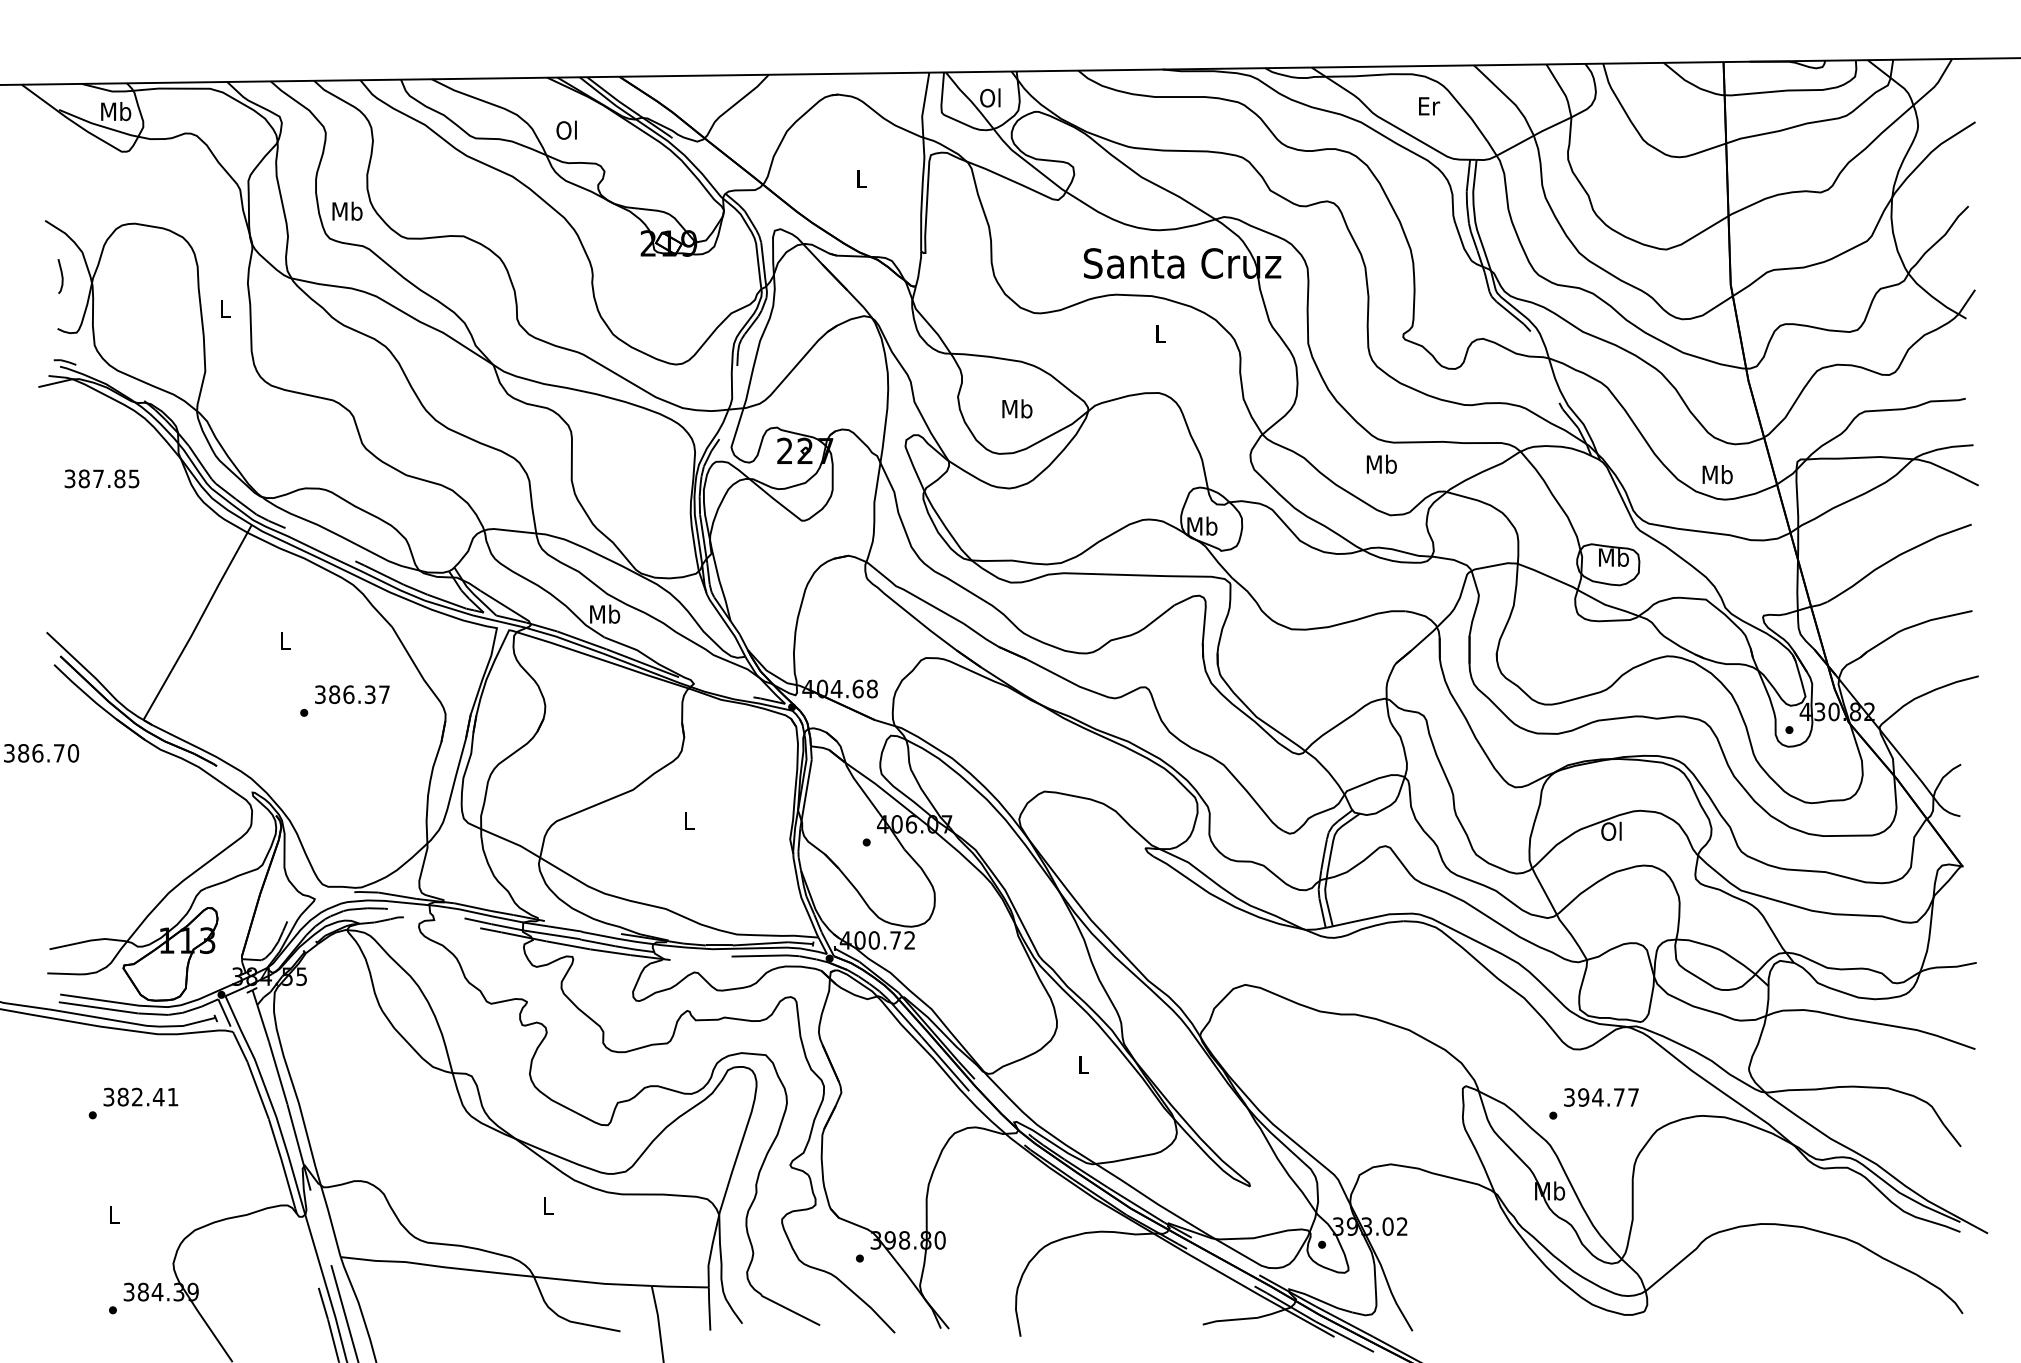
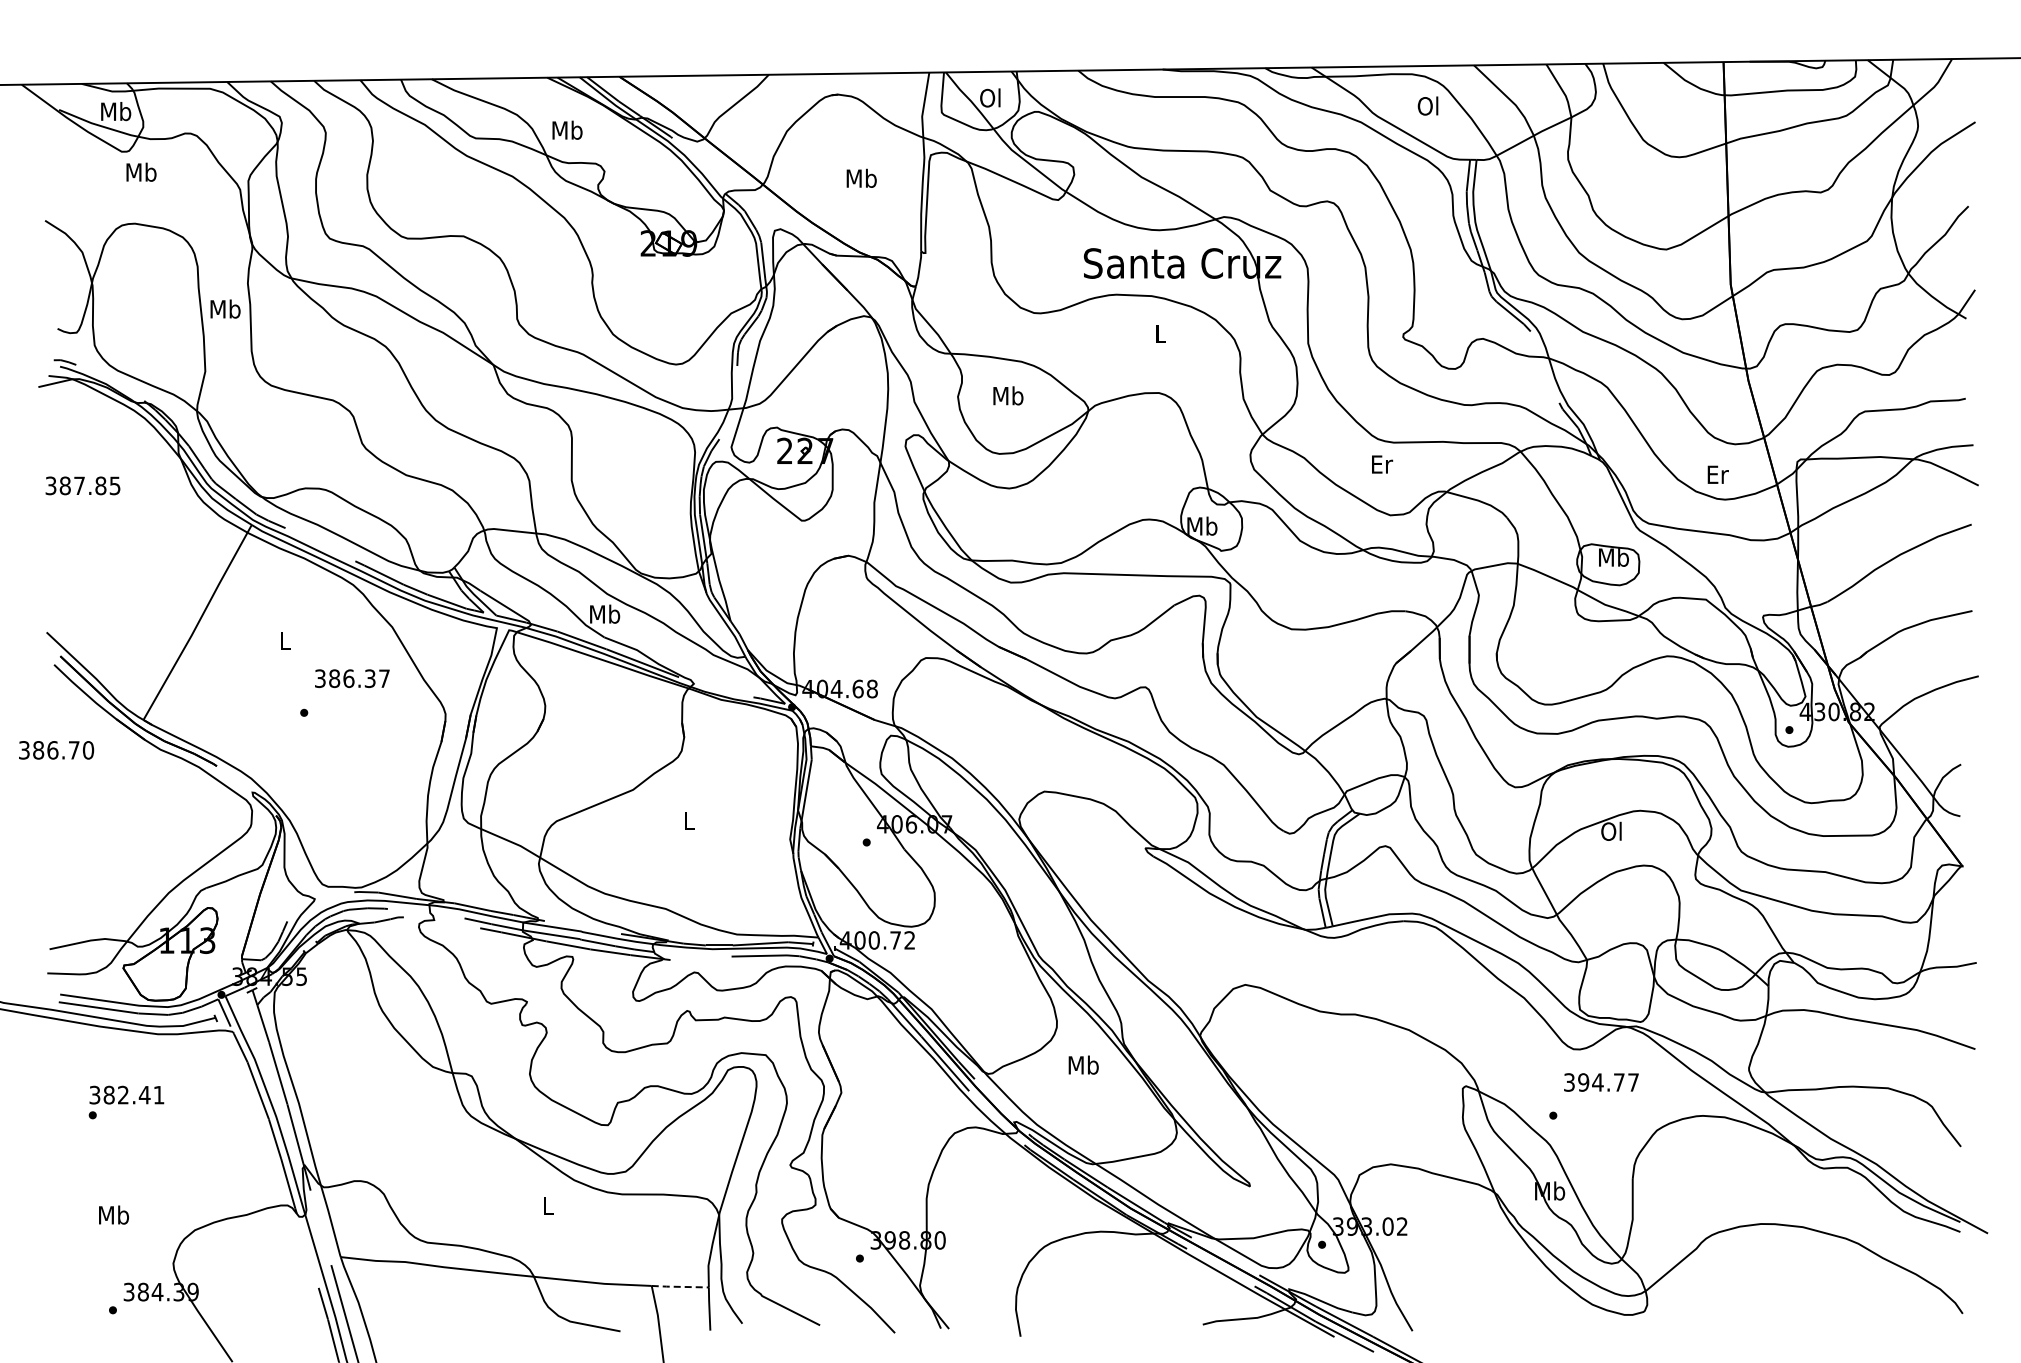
text at (1428, 105): Er -> Ol
text at (567, 129): Ol -> Mb
text at (861, 177): L -> Mb
text at (347, 210) position: (347, 210) -> (141, 171)
curve at (61, 276): present -> none
text at (225, 308): L -> Mb
text at (1017, 408) position: (1017, 408) -> (1008, 395)
text at (1381, 463): Mb -> Er
text at (1717, 474): Mb -> Er
text at (101, 478) position: (101, 478) -> (82, 485)
text at (352, 694) position: (352, 694) -> (352, 678)
text at (41, 753) position: (41, 753) -> (56, 750)
text at (1083, 1064): L -> Mb
text at (140, 1096) position: (140, 1096) -> (126, 1094)
text at (1601, 1097) position: (1601, 1097) -> (1601, 1082)
text at (114, 1214): L -> Mb
line at (680, 1286): solid -> dashed
